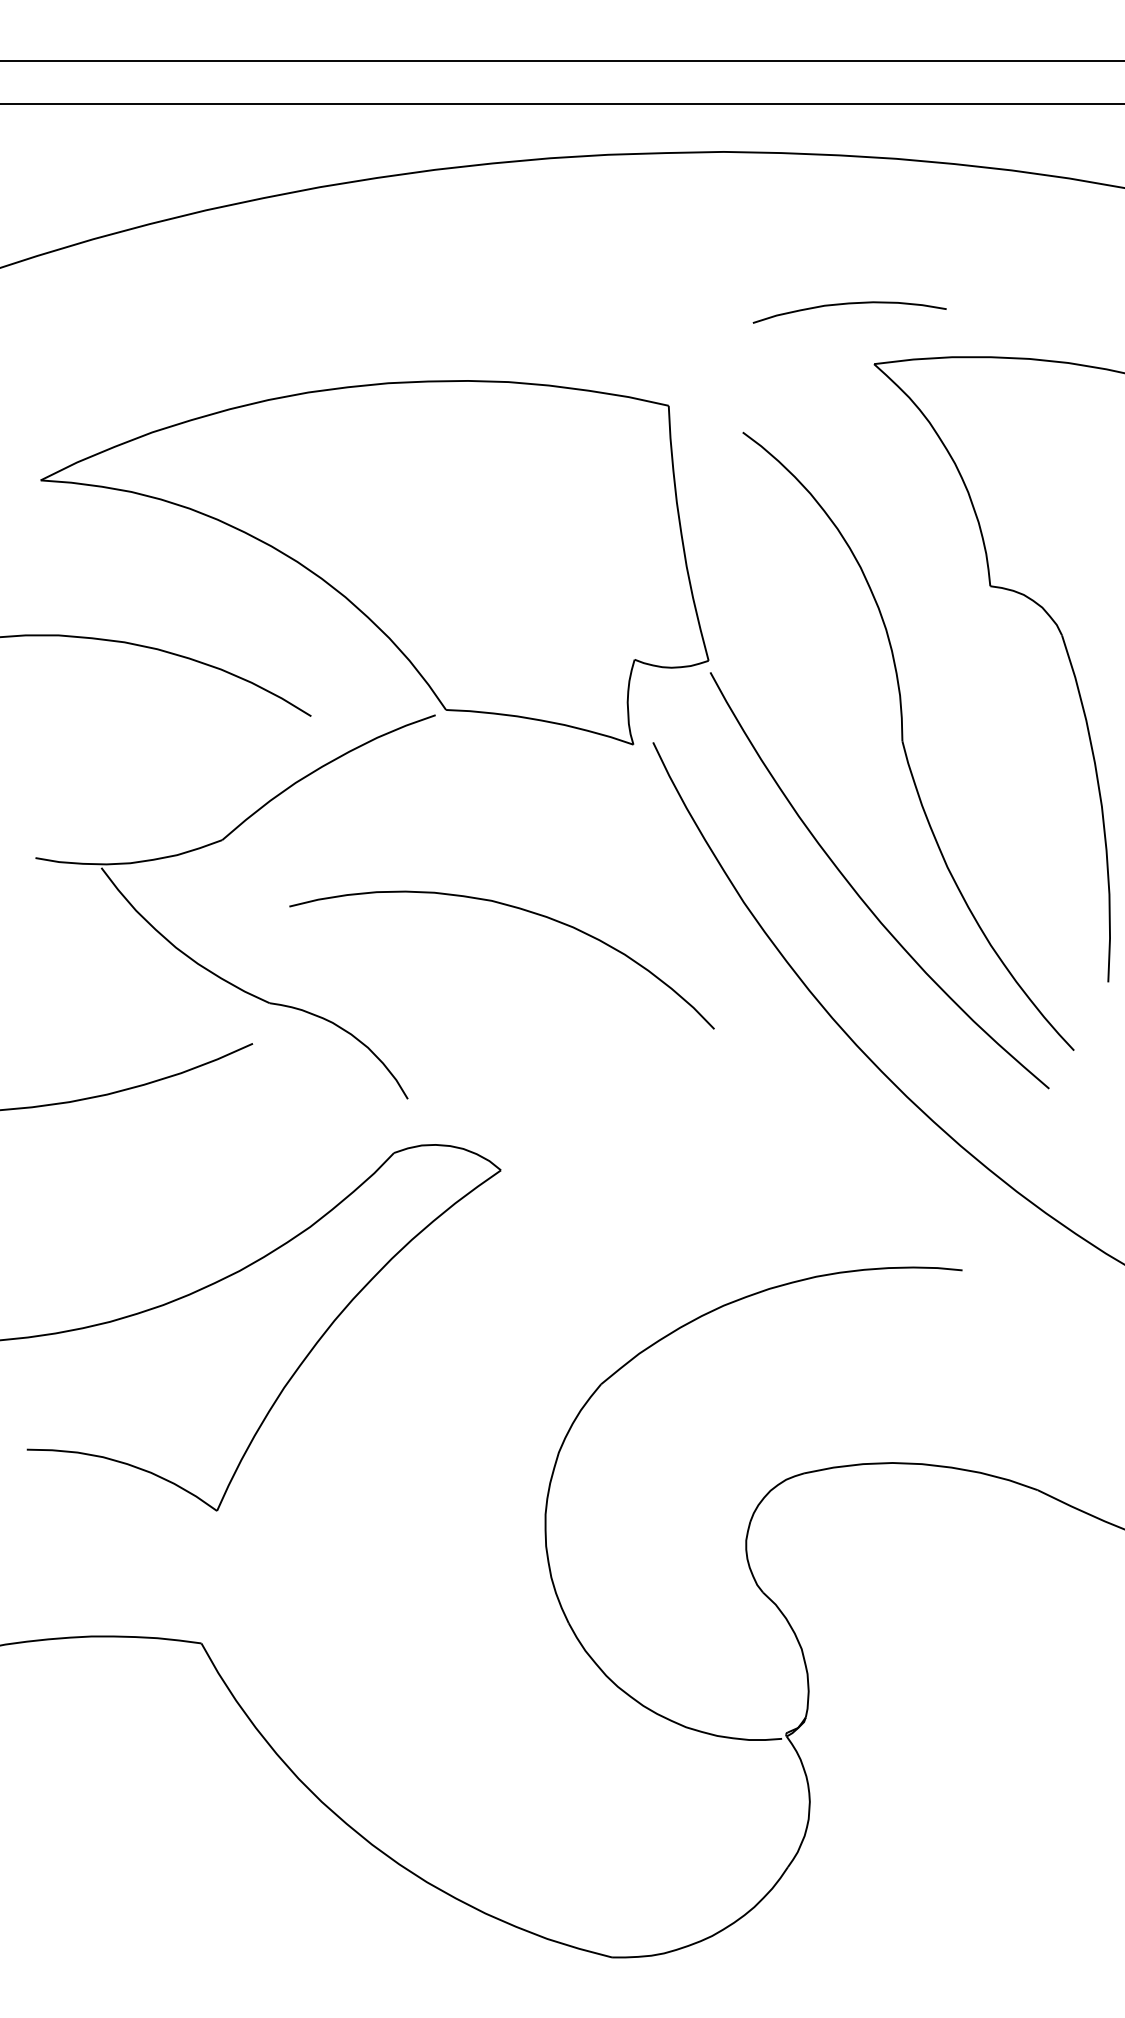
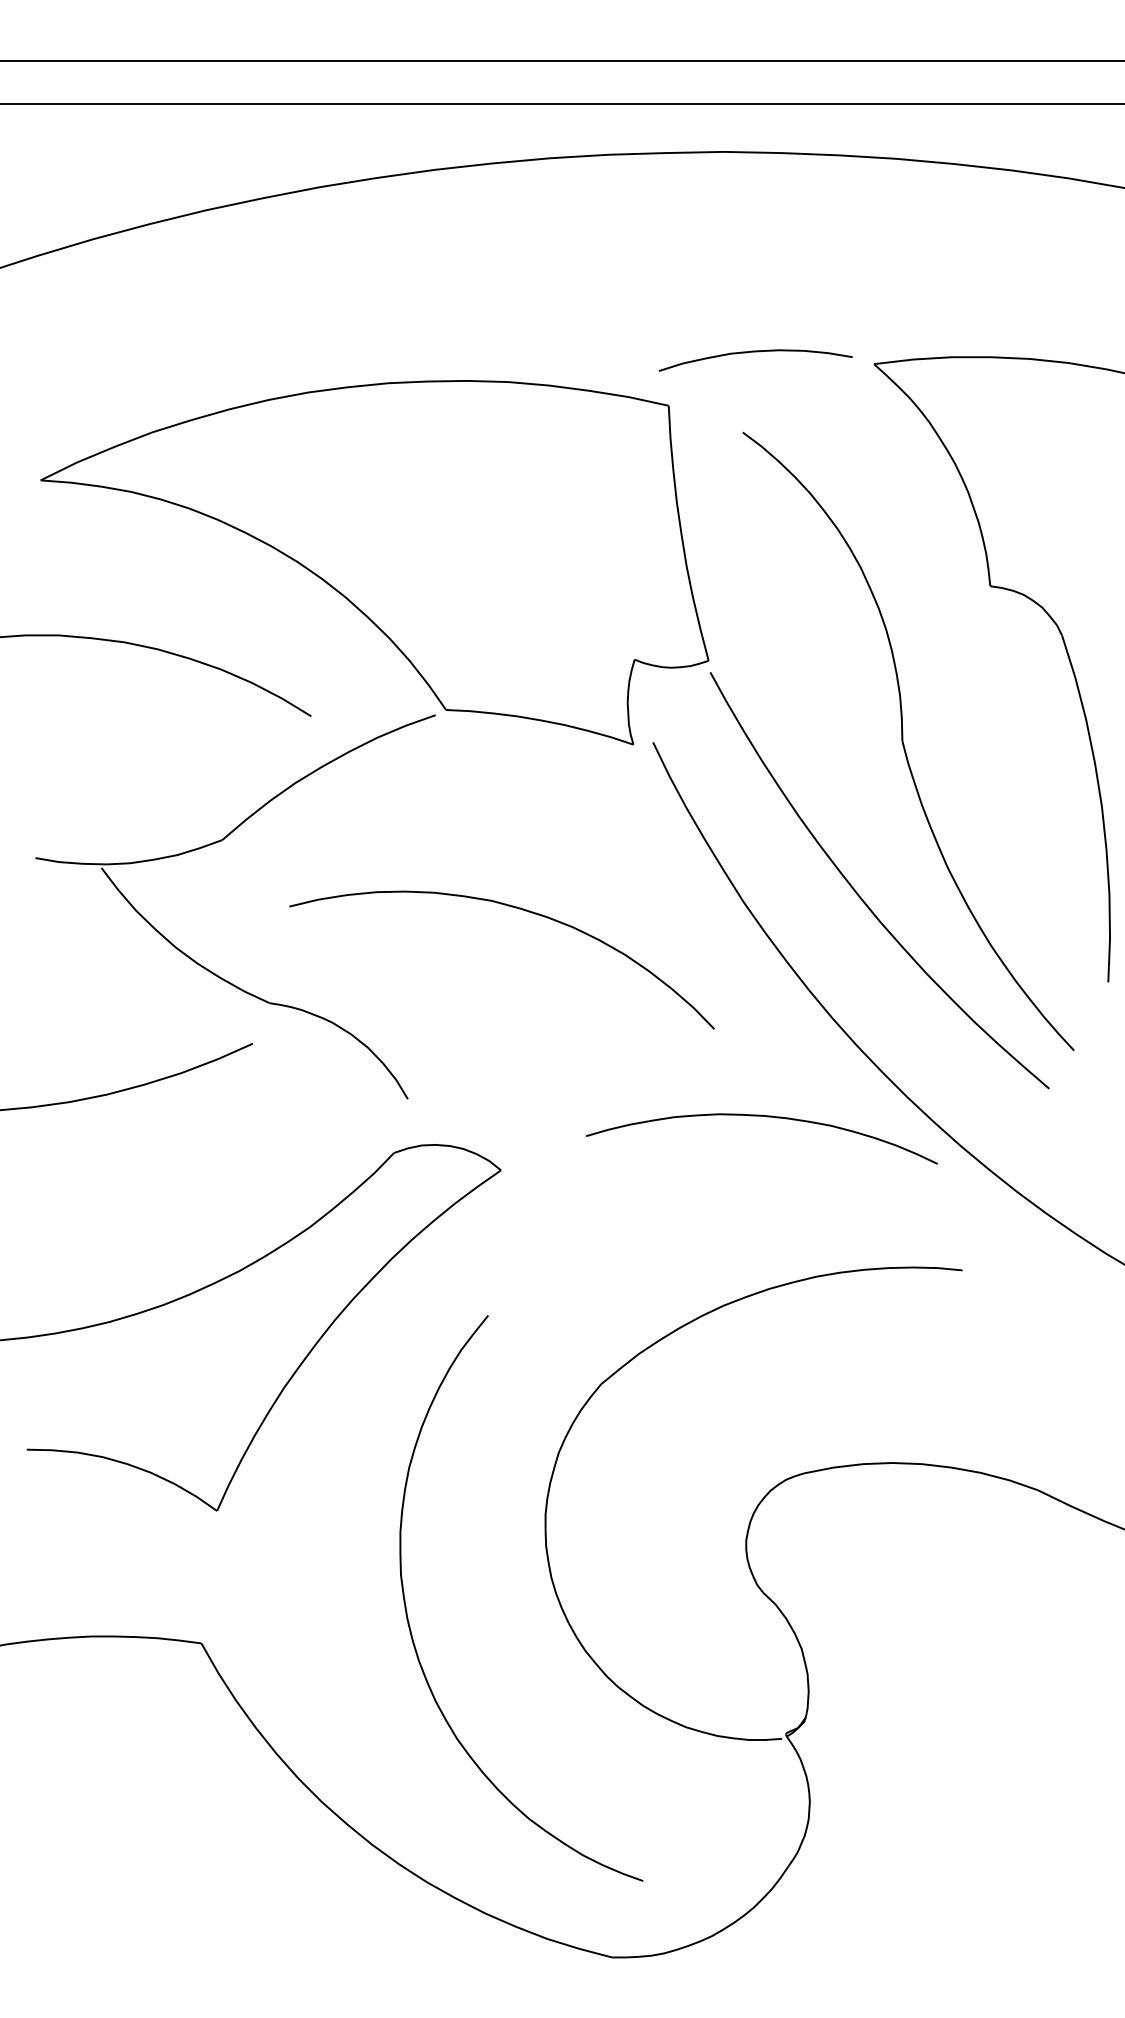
curve at (849, 304) position: (849, 304) -> (755, 352)
curve at (766, 1117): none -> present
part at (410, 1626): none -> present
